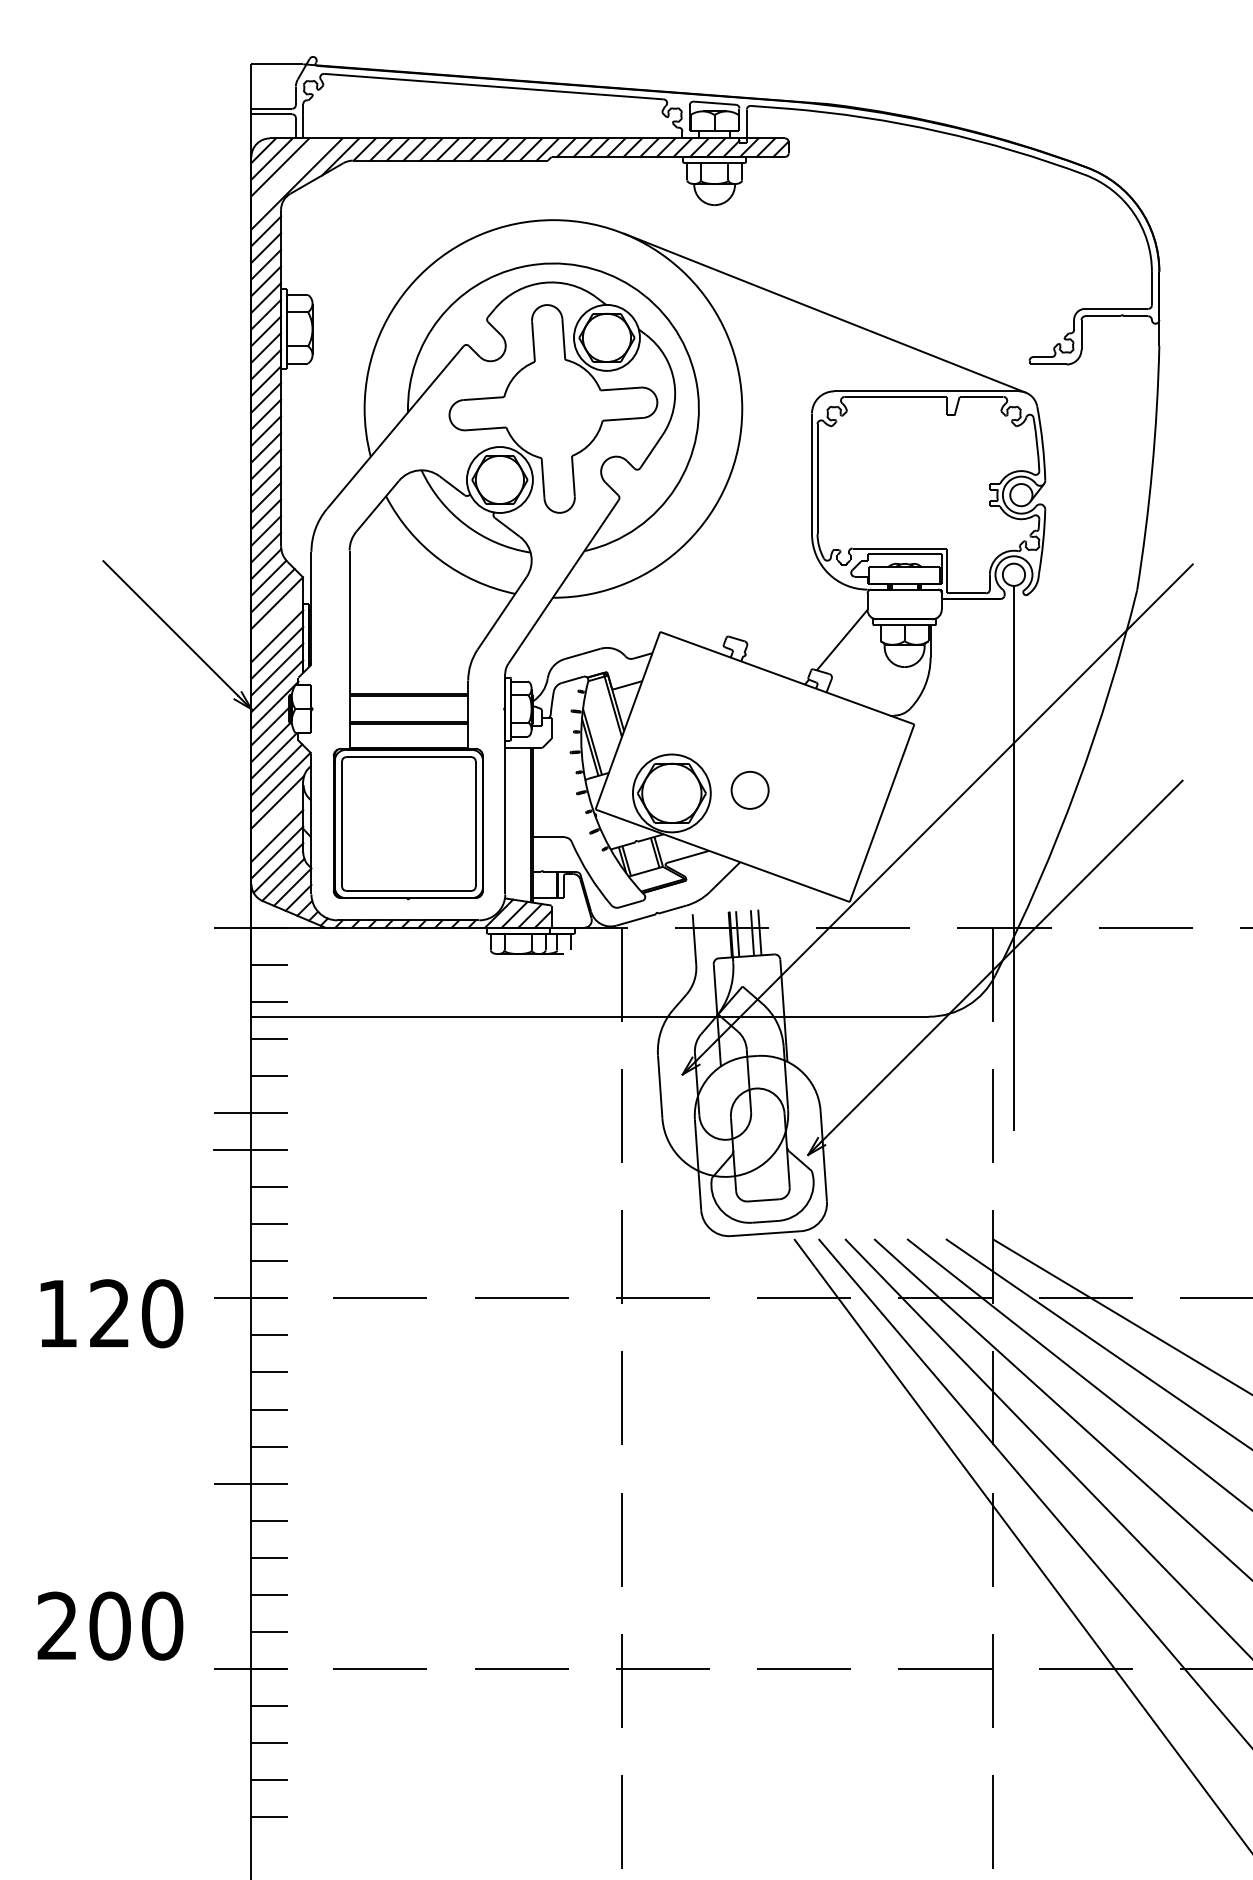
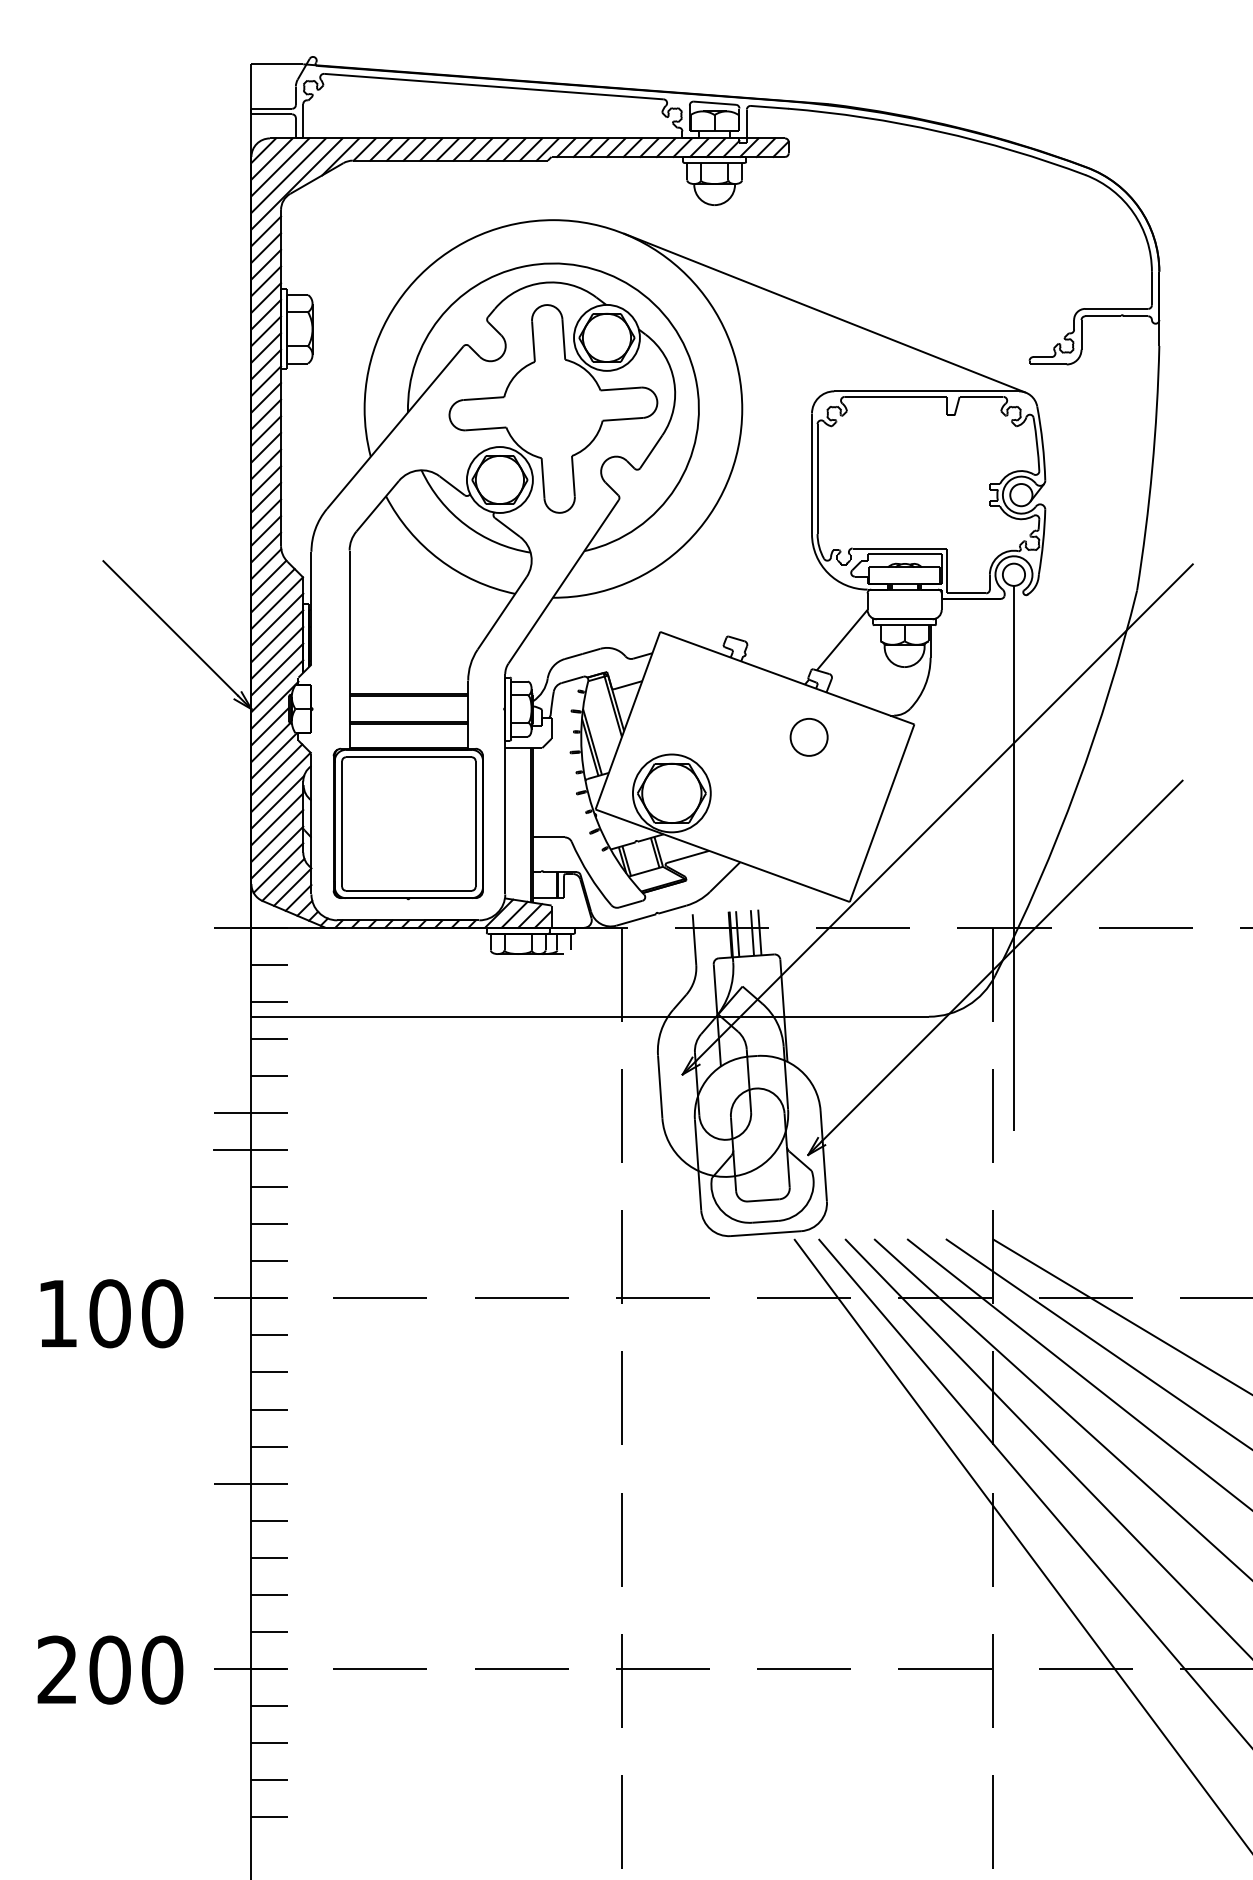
line at (288, 175): none -> present
line at (277, 619): none -> present
part at (749, 790) position: (749, 790) -> (808, 737)
line at (277, 819): none -> present
text at (109, 1313): 120 -> 100
text at (110, 1625) position: (110, 1625) -> (110, 1669)
